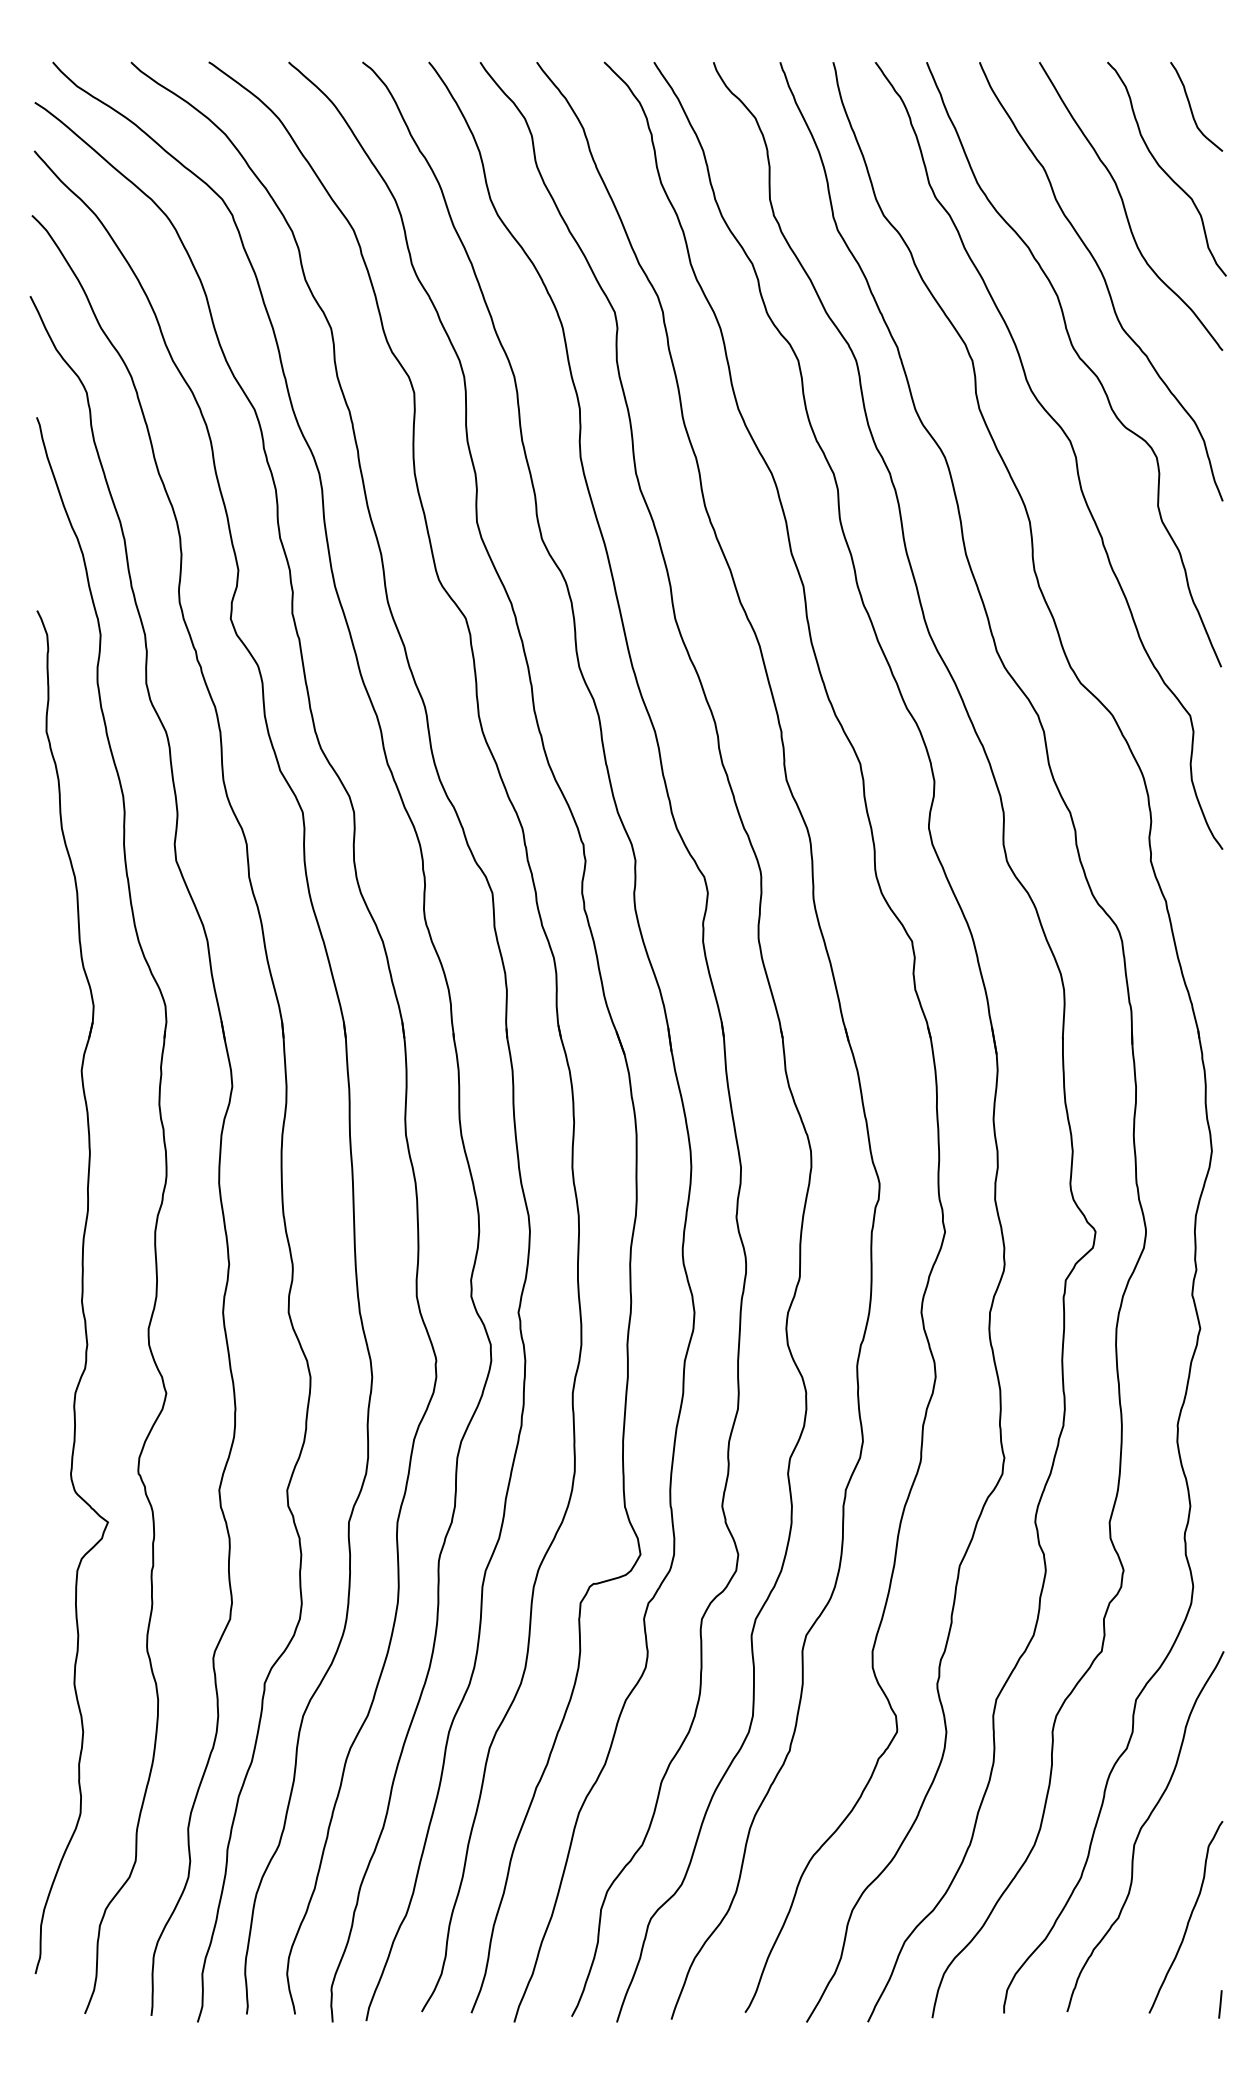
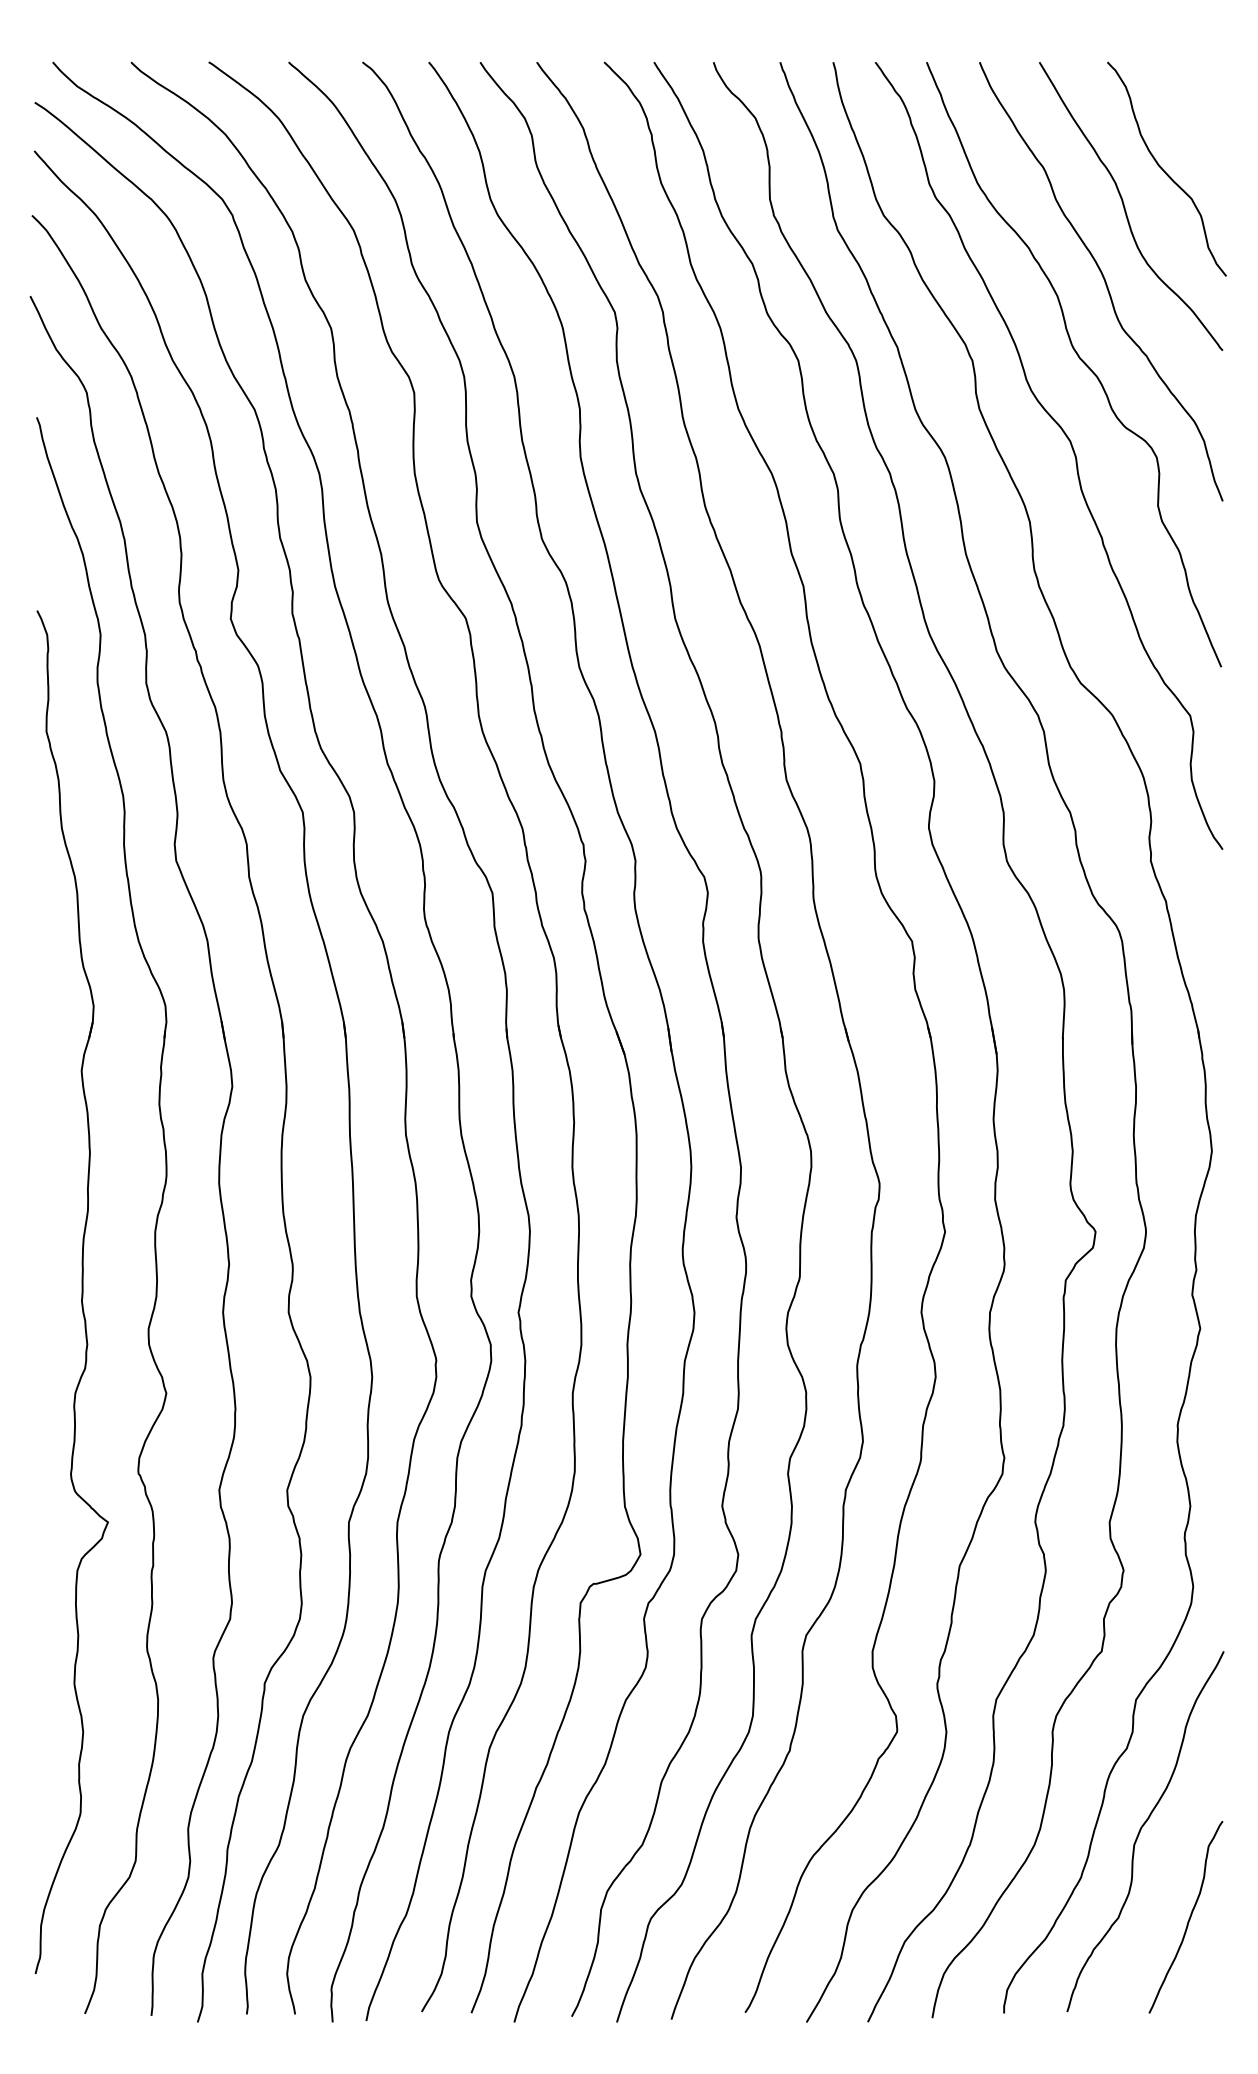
curve at (1191, 106): present -> none
line at (1220, 2004): present -> none
